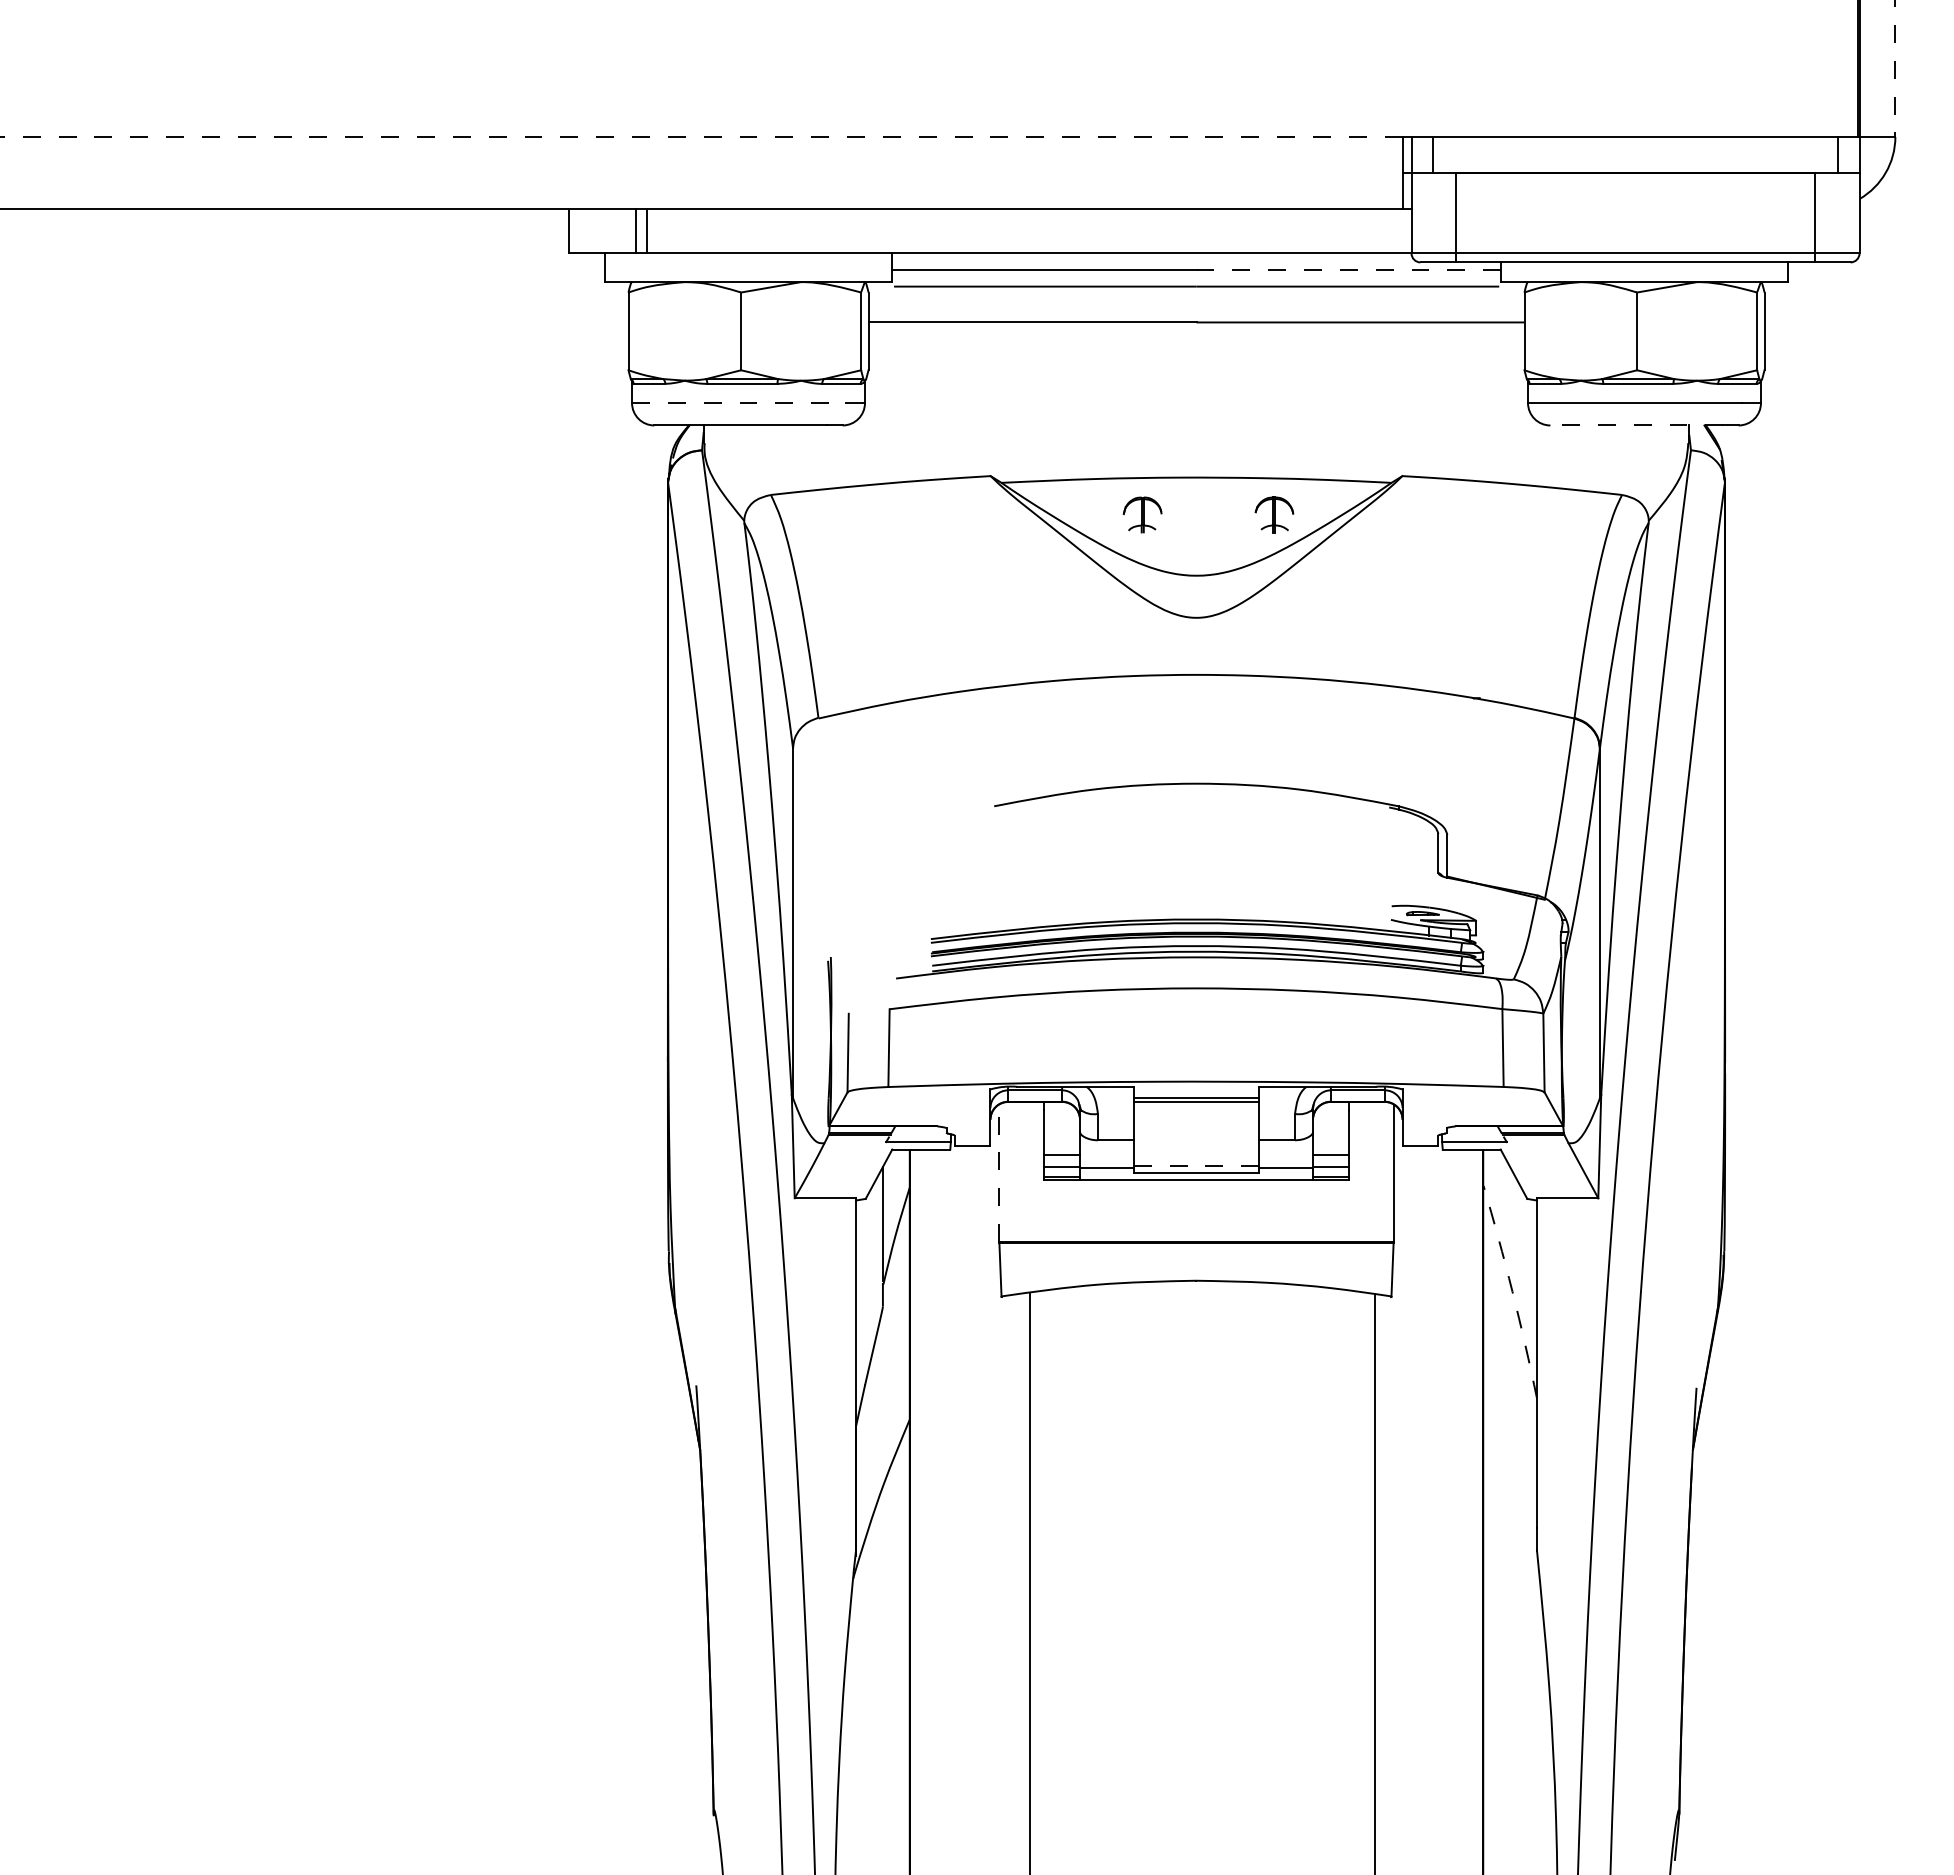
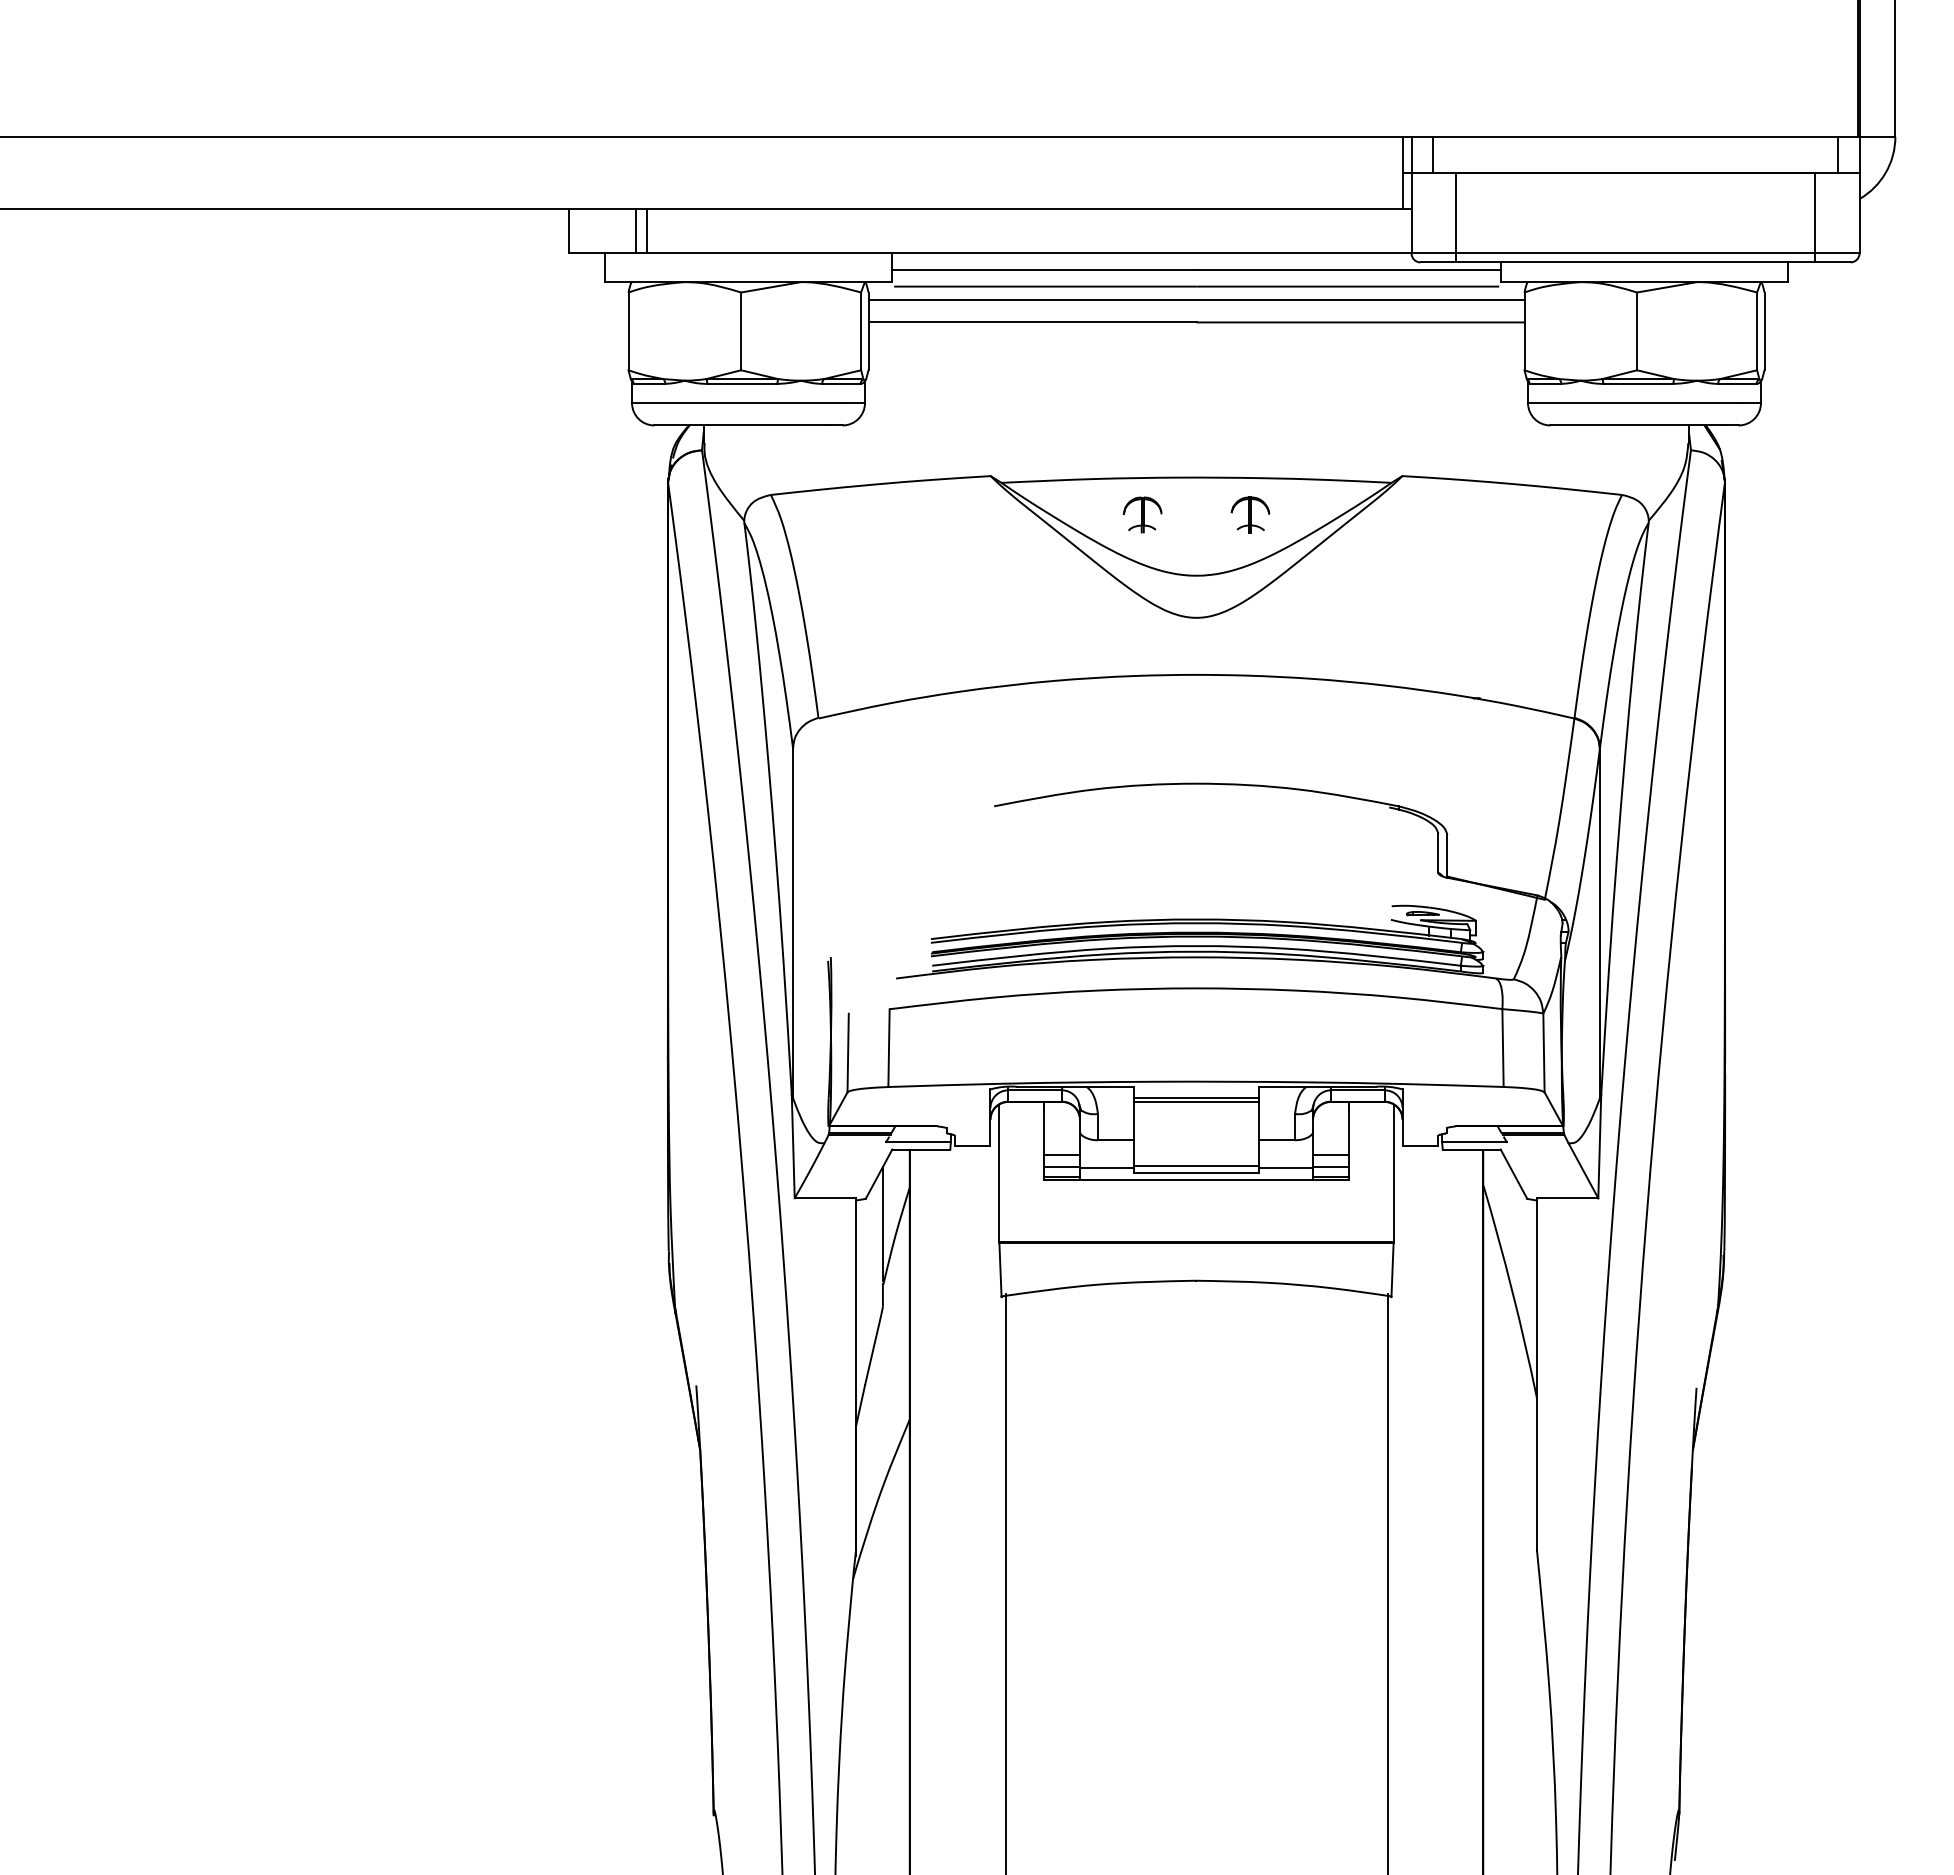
line at (1895, 69): dashed -> solid
line at (701, 136): dashed -> solid
line at (1348, 269): dashed -> solid
line at (1196, 300): none -> present
line at (739, 403): dashed -> solid
line at (1636, 425): dashed -> solid
part at (1274, 514) position: (1274, 514) -> (1250, 514)
line at (1196, 1166): dashed -> solid
line at (999, 1173): dashed -> solid
arc at (1512, 1291): dashed -> solid
line at (1029, 1582) position: (1029, 1582) -> (1005, 1582)
line at (1374, 1582) position: (1374, 1582) -> (1387, 1582)
